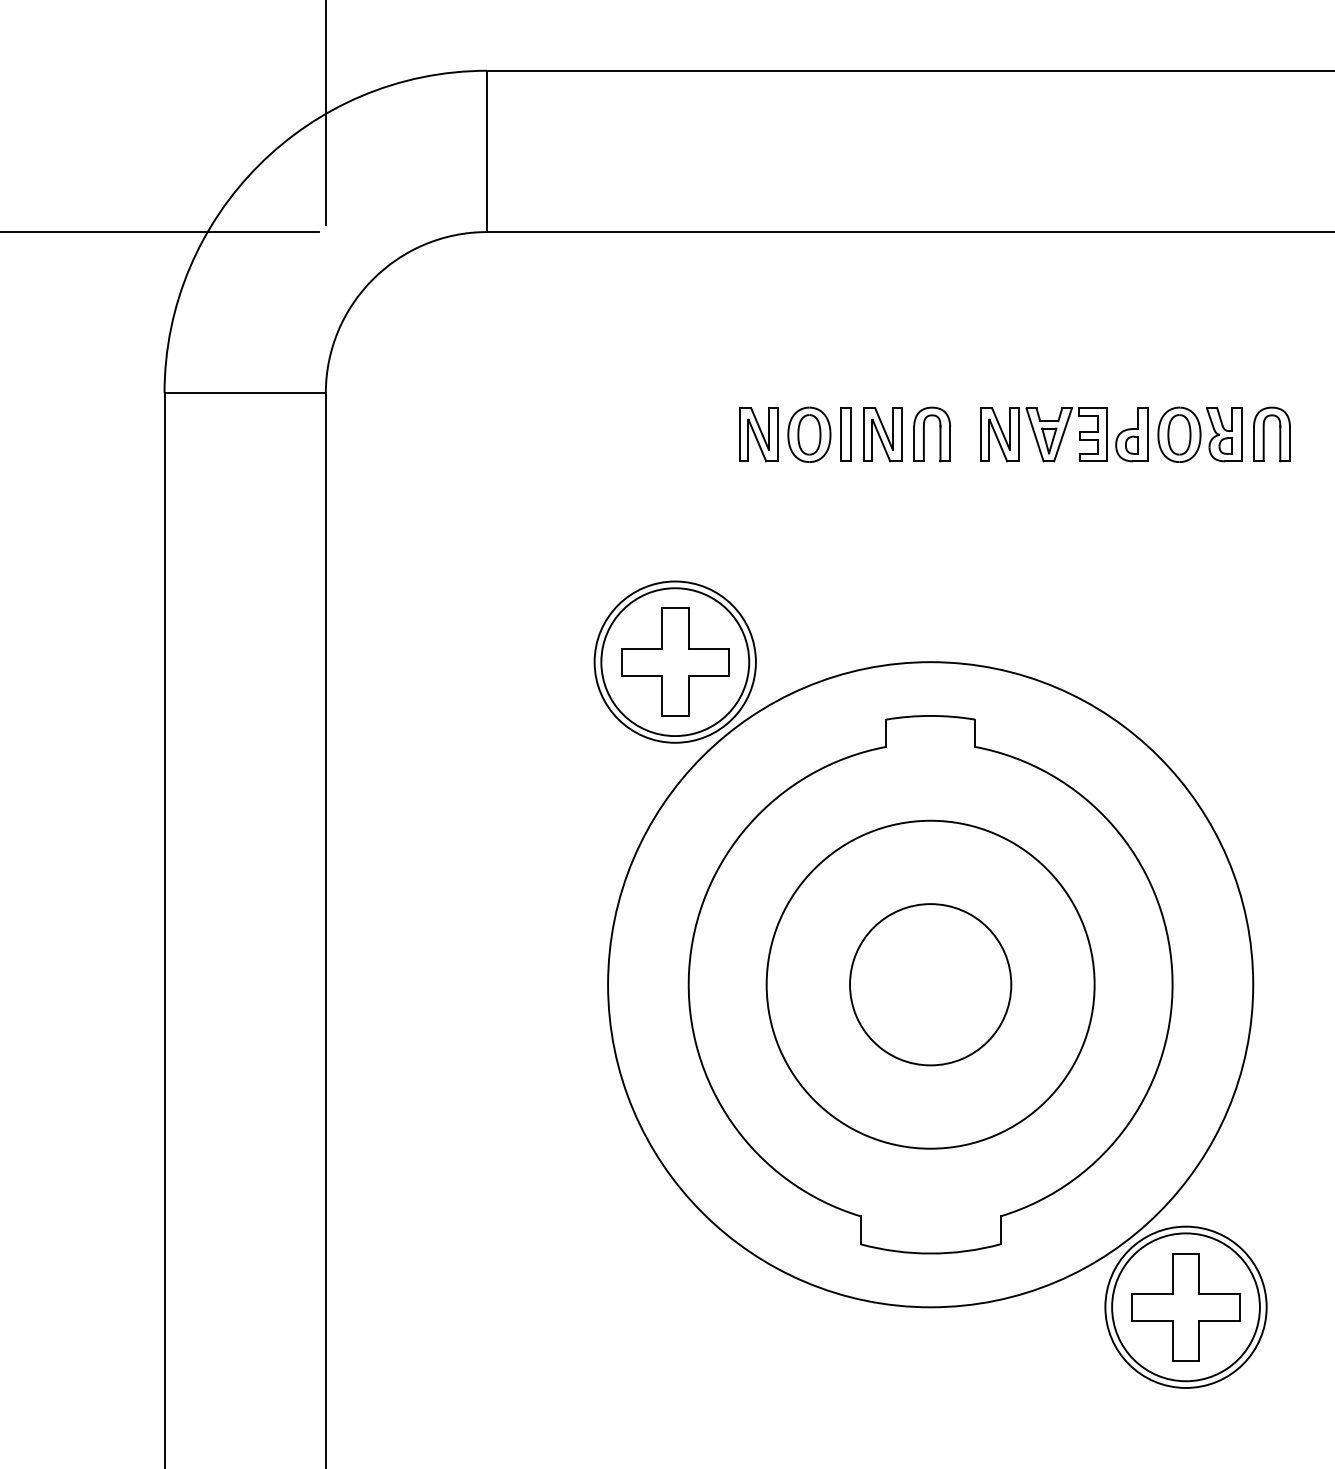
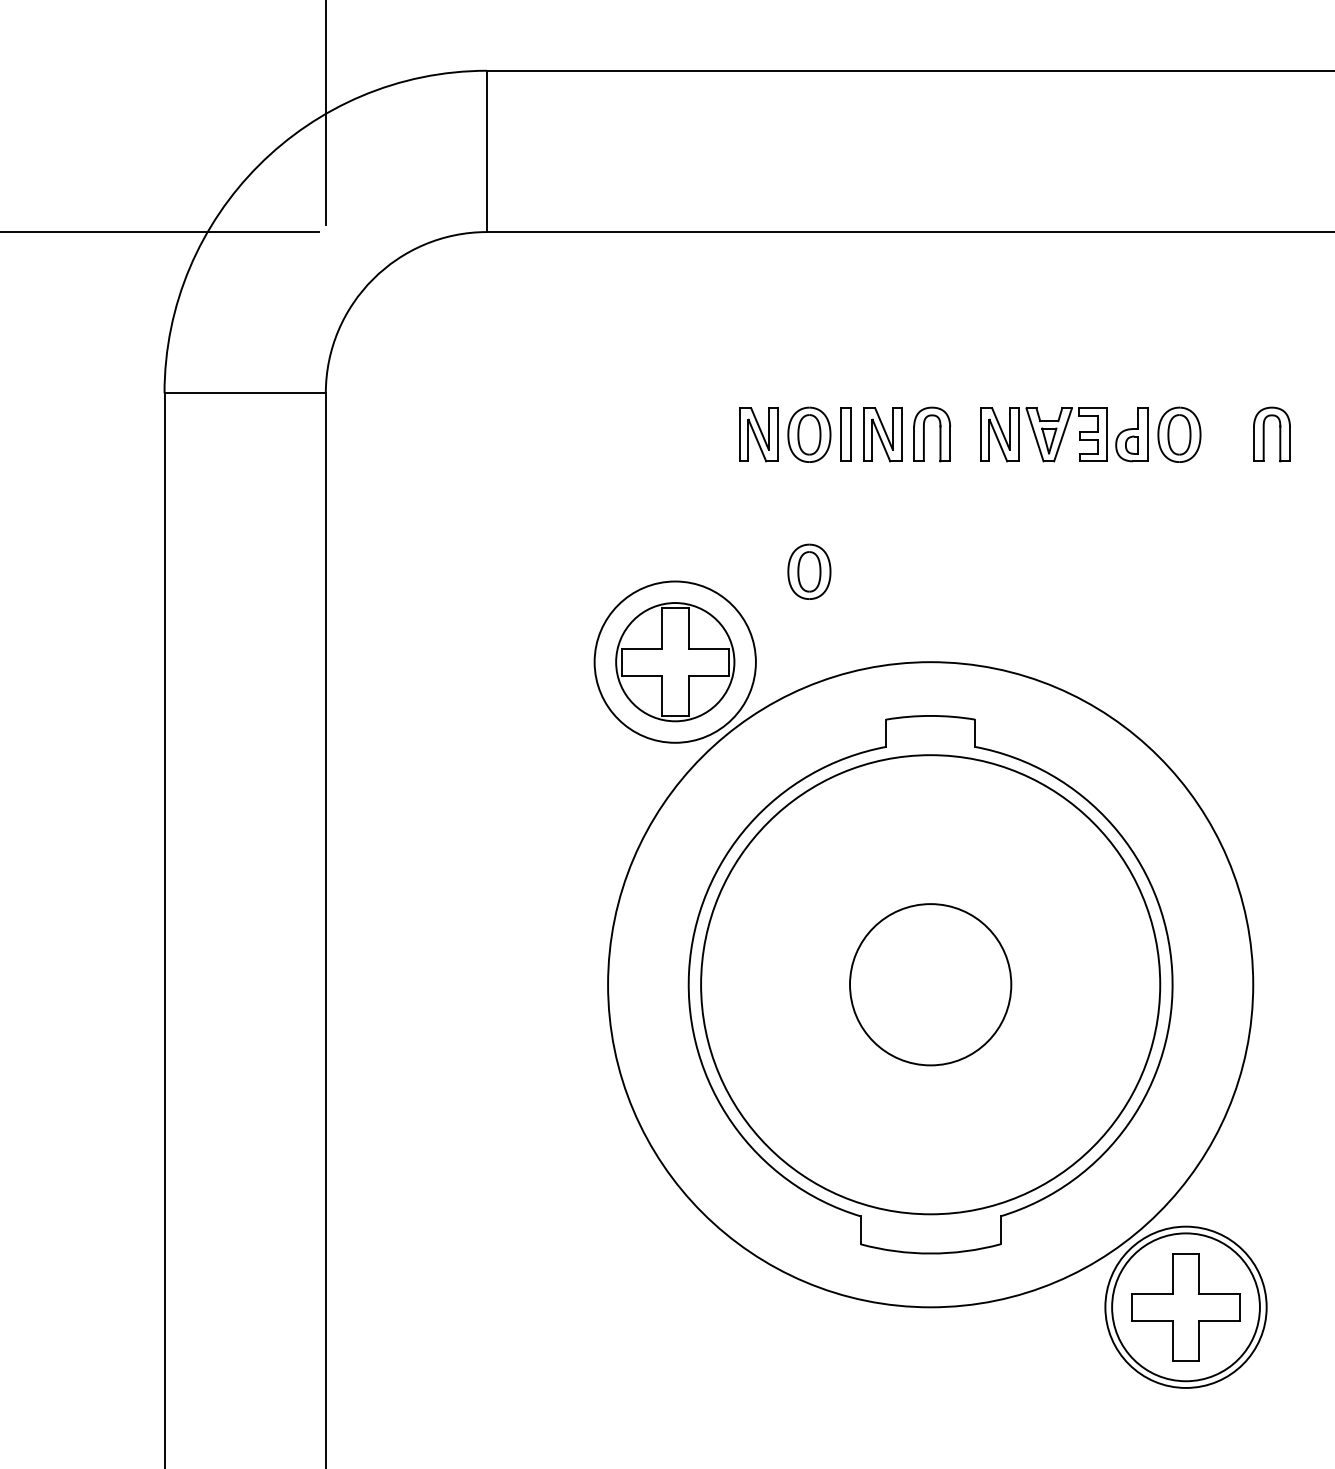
part at (1224, 434): present -> none
part at (809, 571): none -> present
circle at (675, 662) diameter: 148 px -> 118 px
circle at (930, 984) diameter: 328 px -> 459 px
